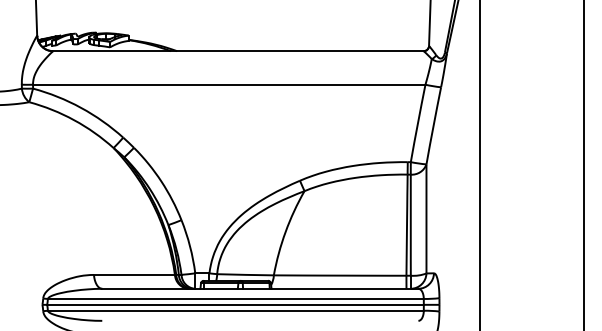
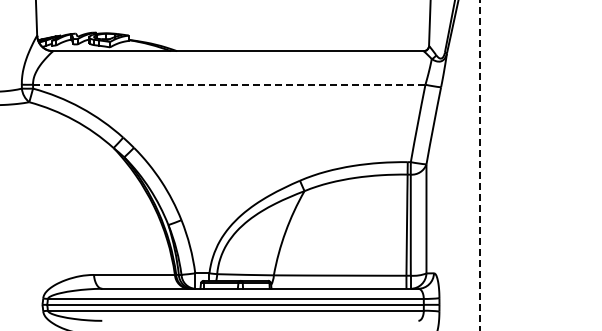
line at (228, 84): solid -> dashed
line at (583, 164): present -> none
line at (479, 165): solid -> dashed
